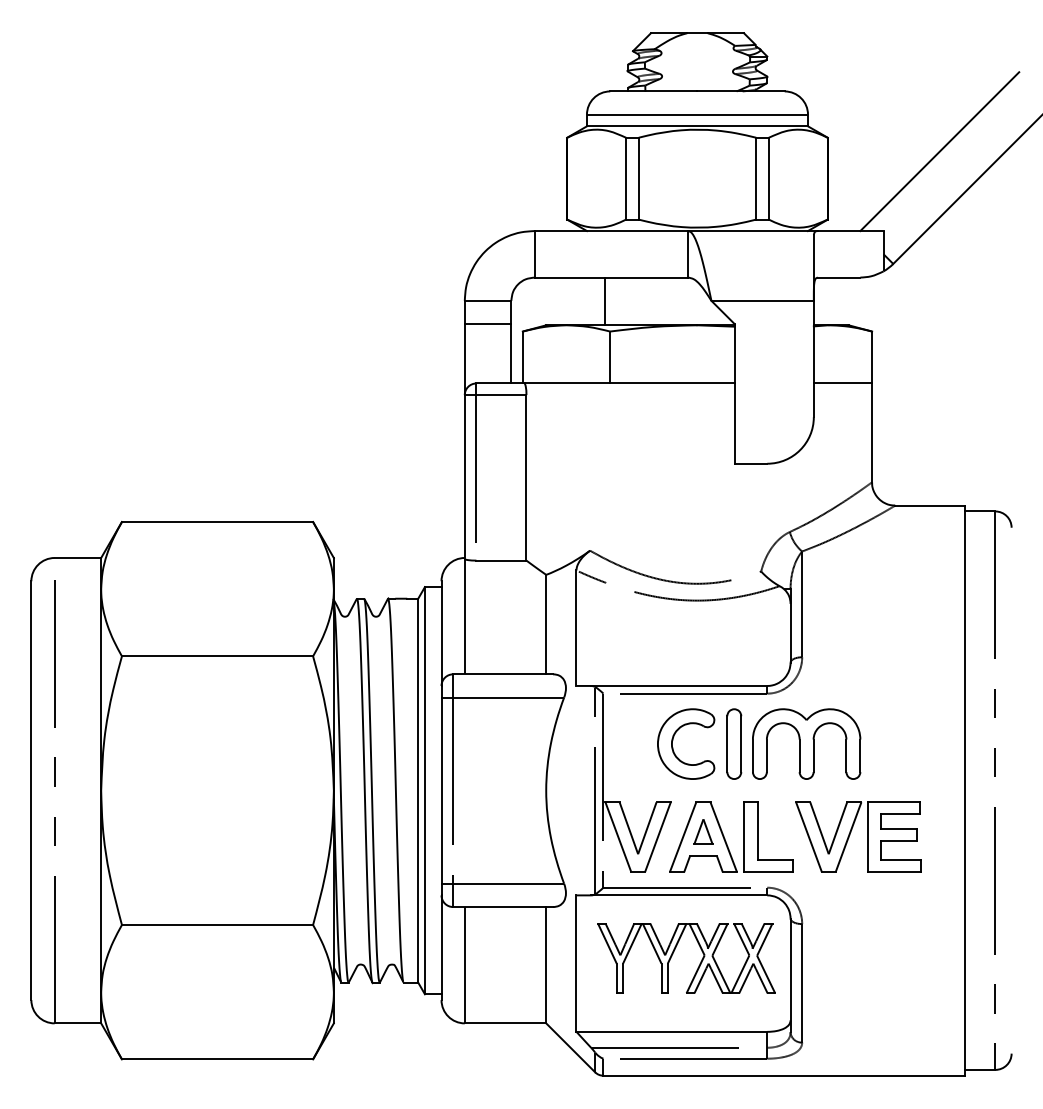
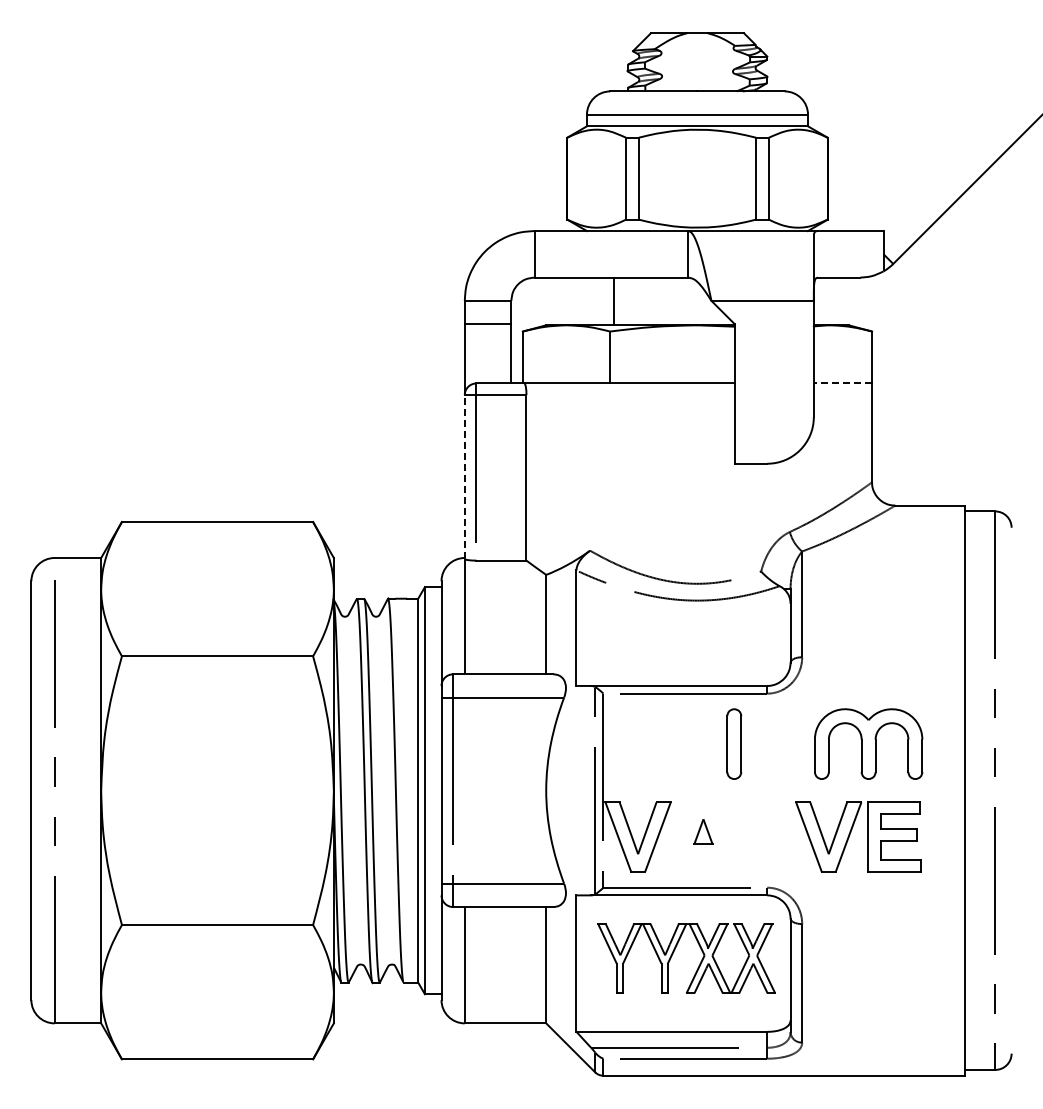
line at (939, 151): present -> none
line at (604, 301) position: (604, 301) -> (613, 301)
line at (842, 383): solid -> dashed
line at (464, 476): solid -> dashed
part at (673, 740): present -> none
part at (806, 743) position: (806, 743) -> (868, 743)
part at (725, 838): present -> none
